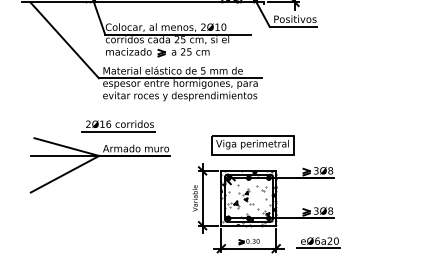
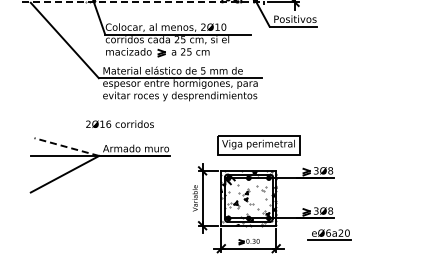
line at (143, 2): solid -> dashed
line at (117, 131): present -> none
part at (252, 145) position: (252, 145) -> (258, 145)
line at (66, 147): solid -> dashed
part at (318, 242) position: (318, 242) -> (329, 234)
